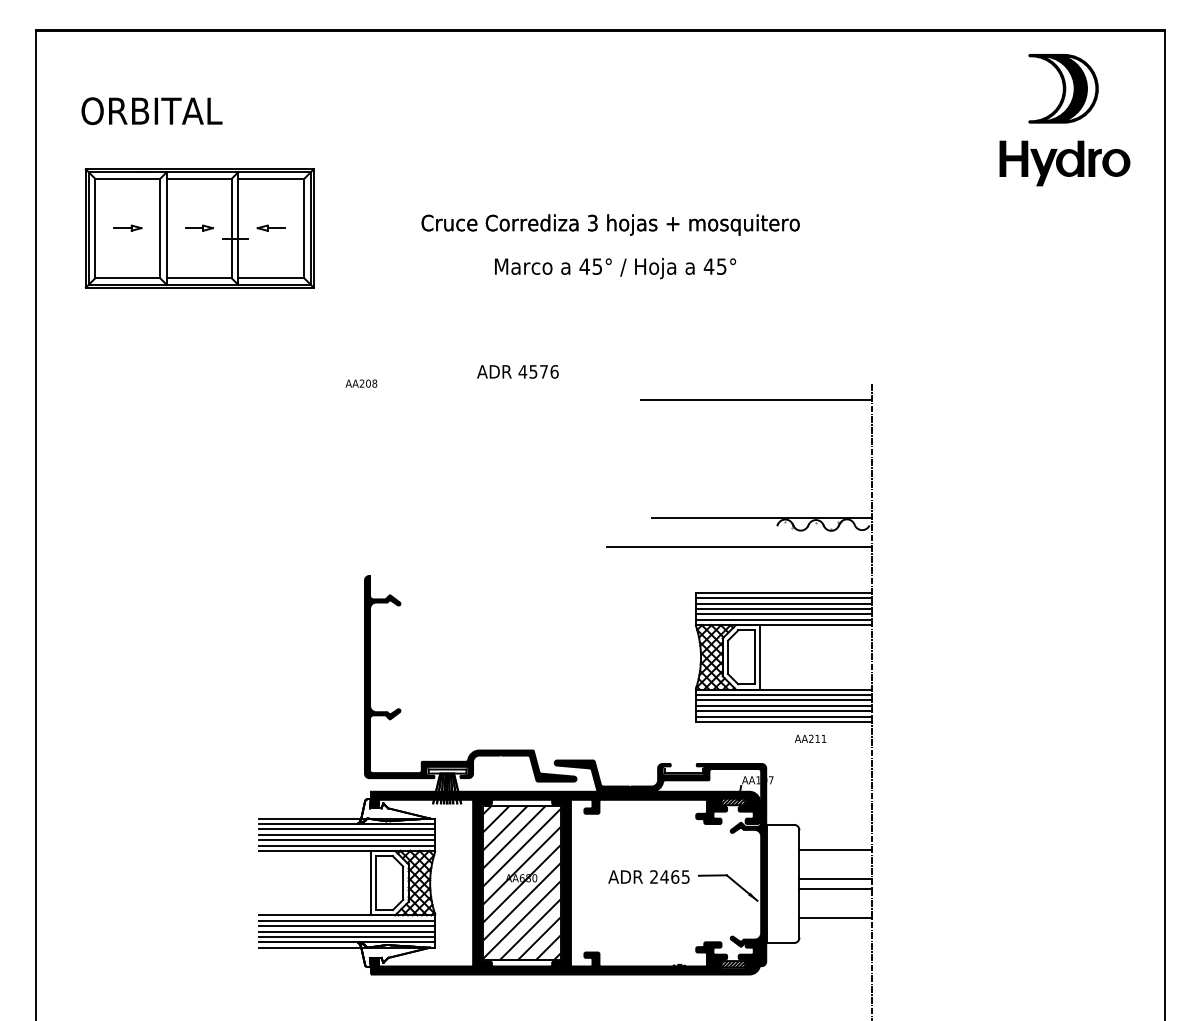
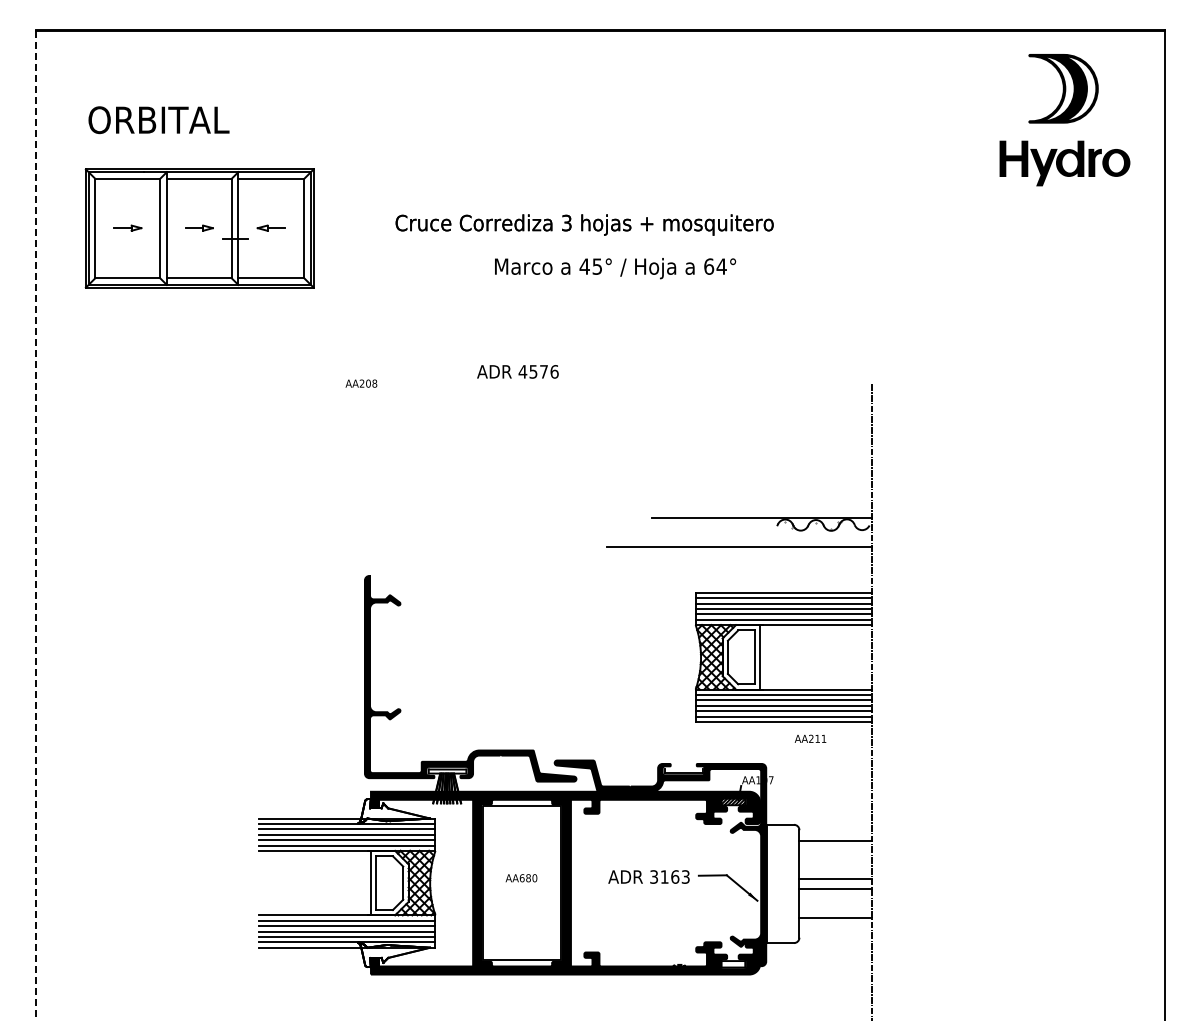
text at (151, 111) position: (151, 111) -> (158, 120)
text at (610, 224) position: (610, 224) -> (584, 224)
text at (714, 266): 45° -> 64°
line at (755, 400): present -> none
line at (36, 525): solid -> dashed
line at (835, 849) position: (835, 849) -> (835, 840)
text at (669, 876): 2465 -> 3163
hatch at (521, 882): present -> none
hatch at (733, 964): present -> none
